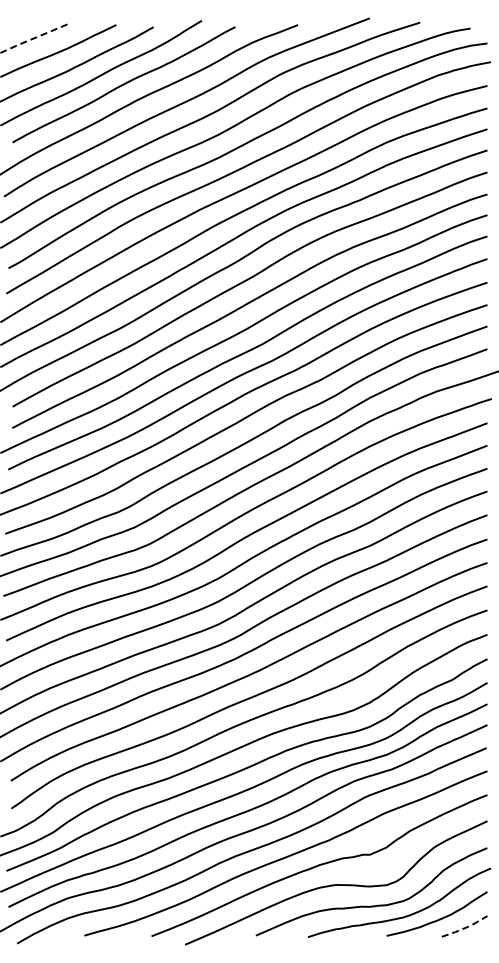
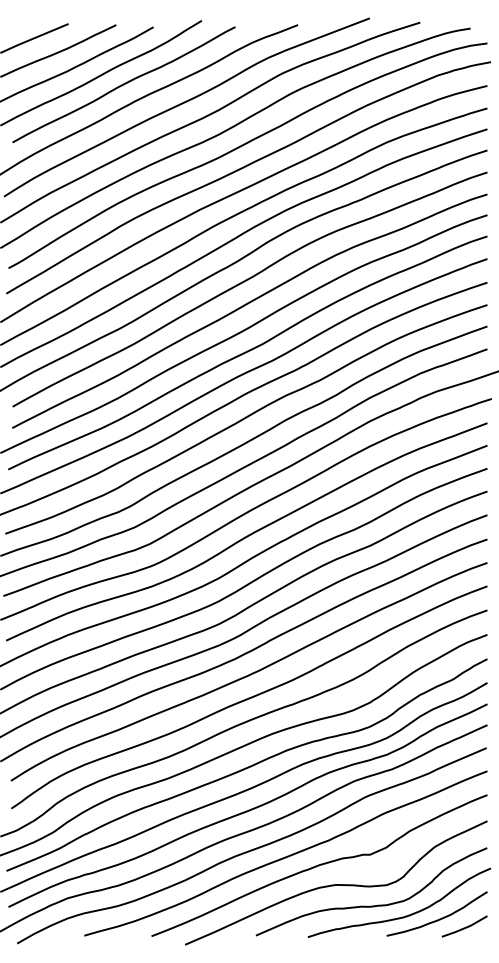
line at (33, 38): dashed -> solid
line at (465, 927): dashed -> solid
